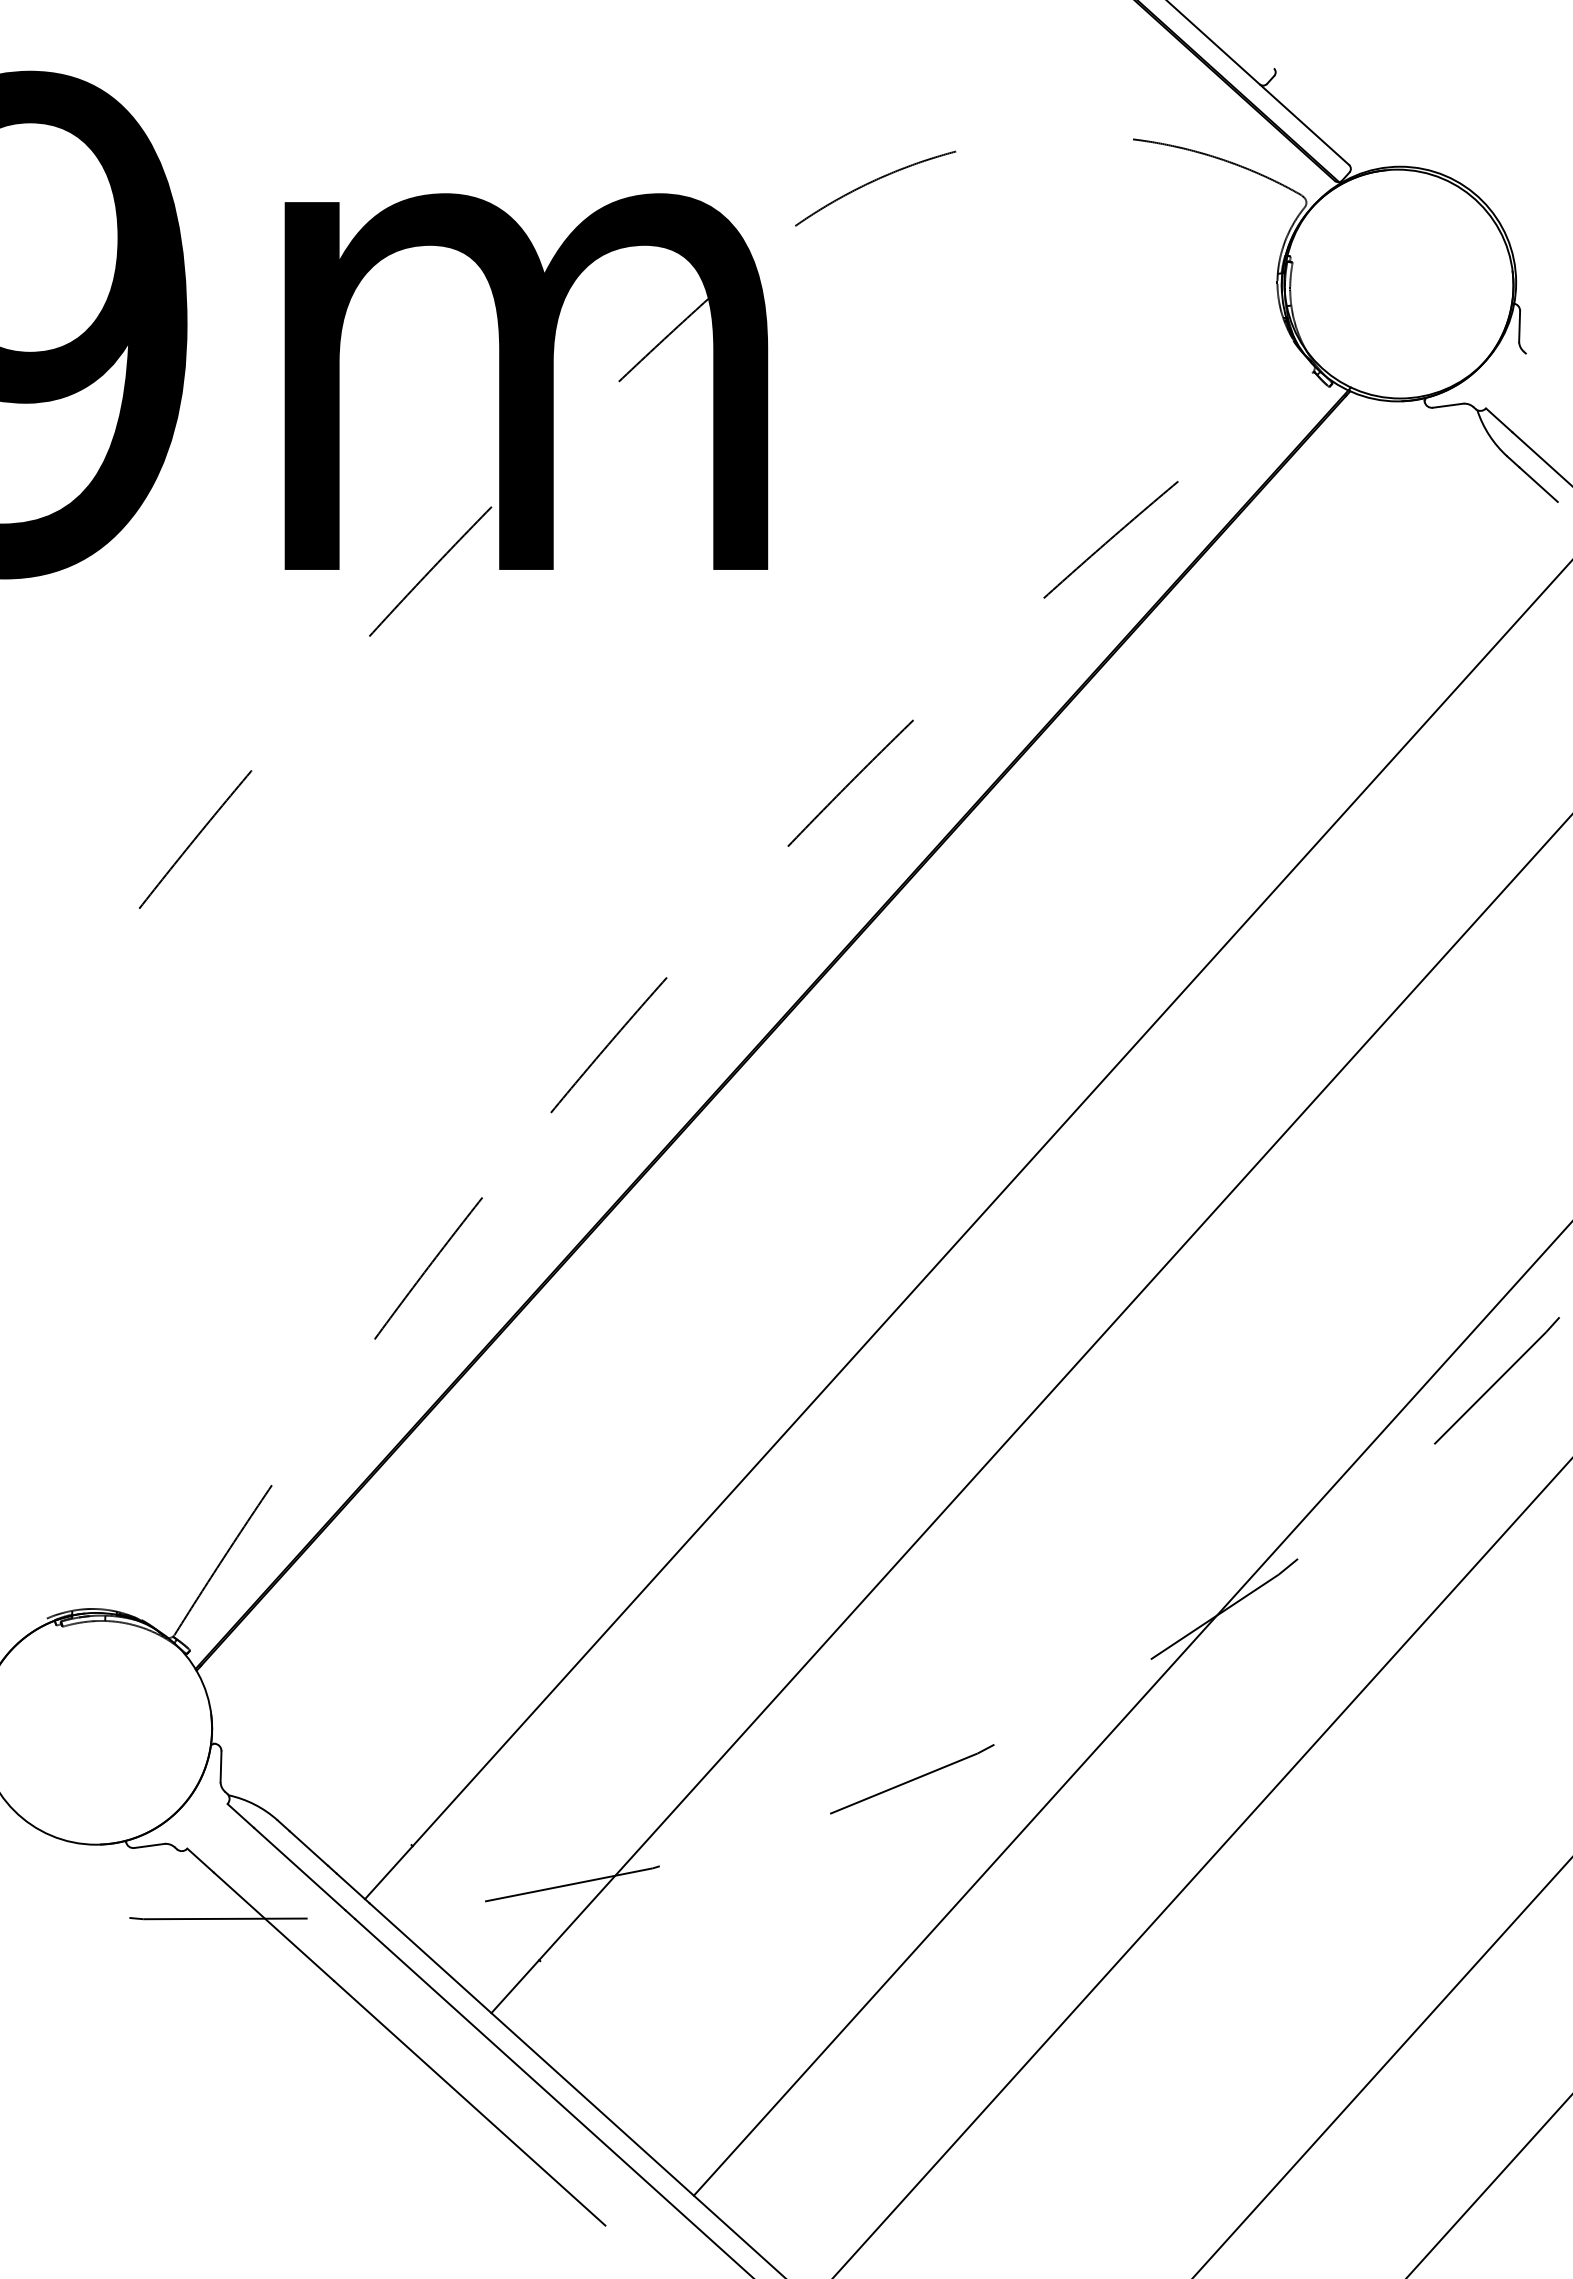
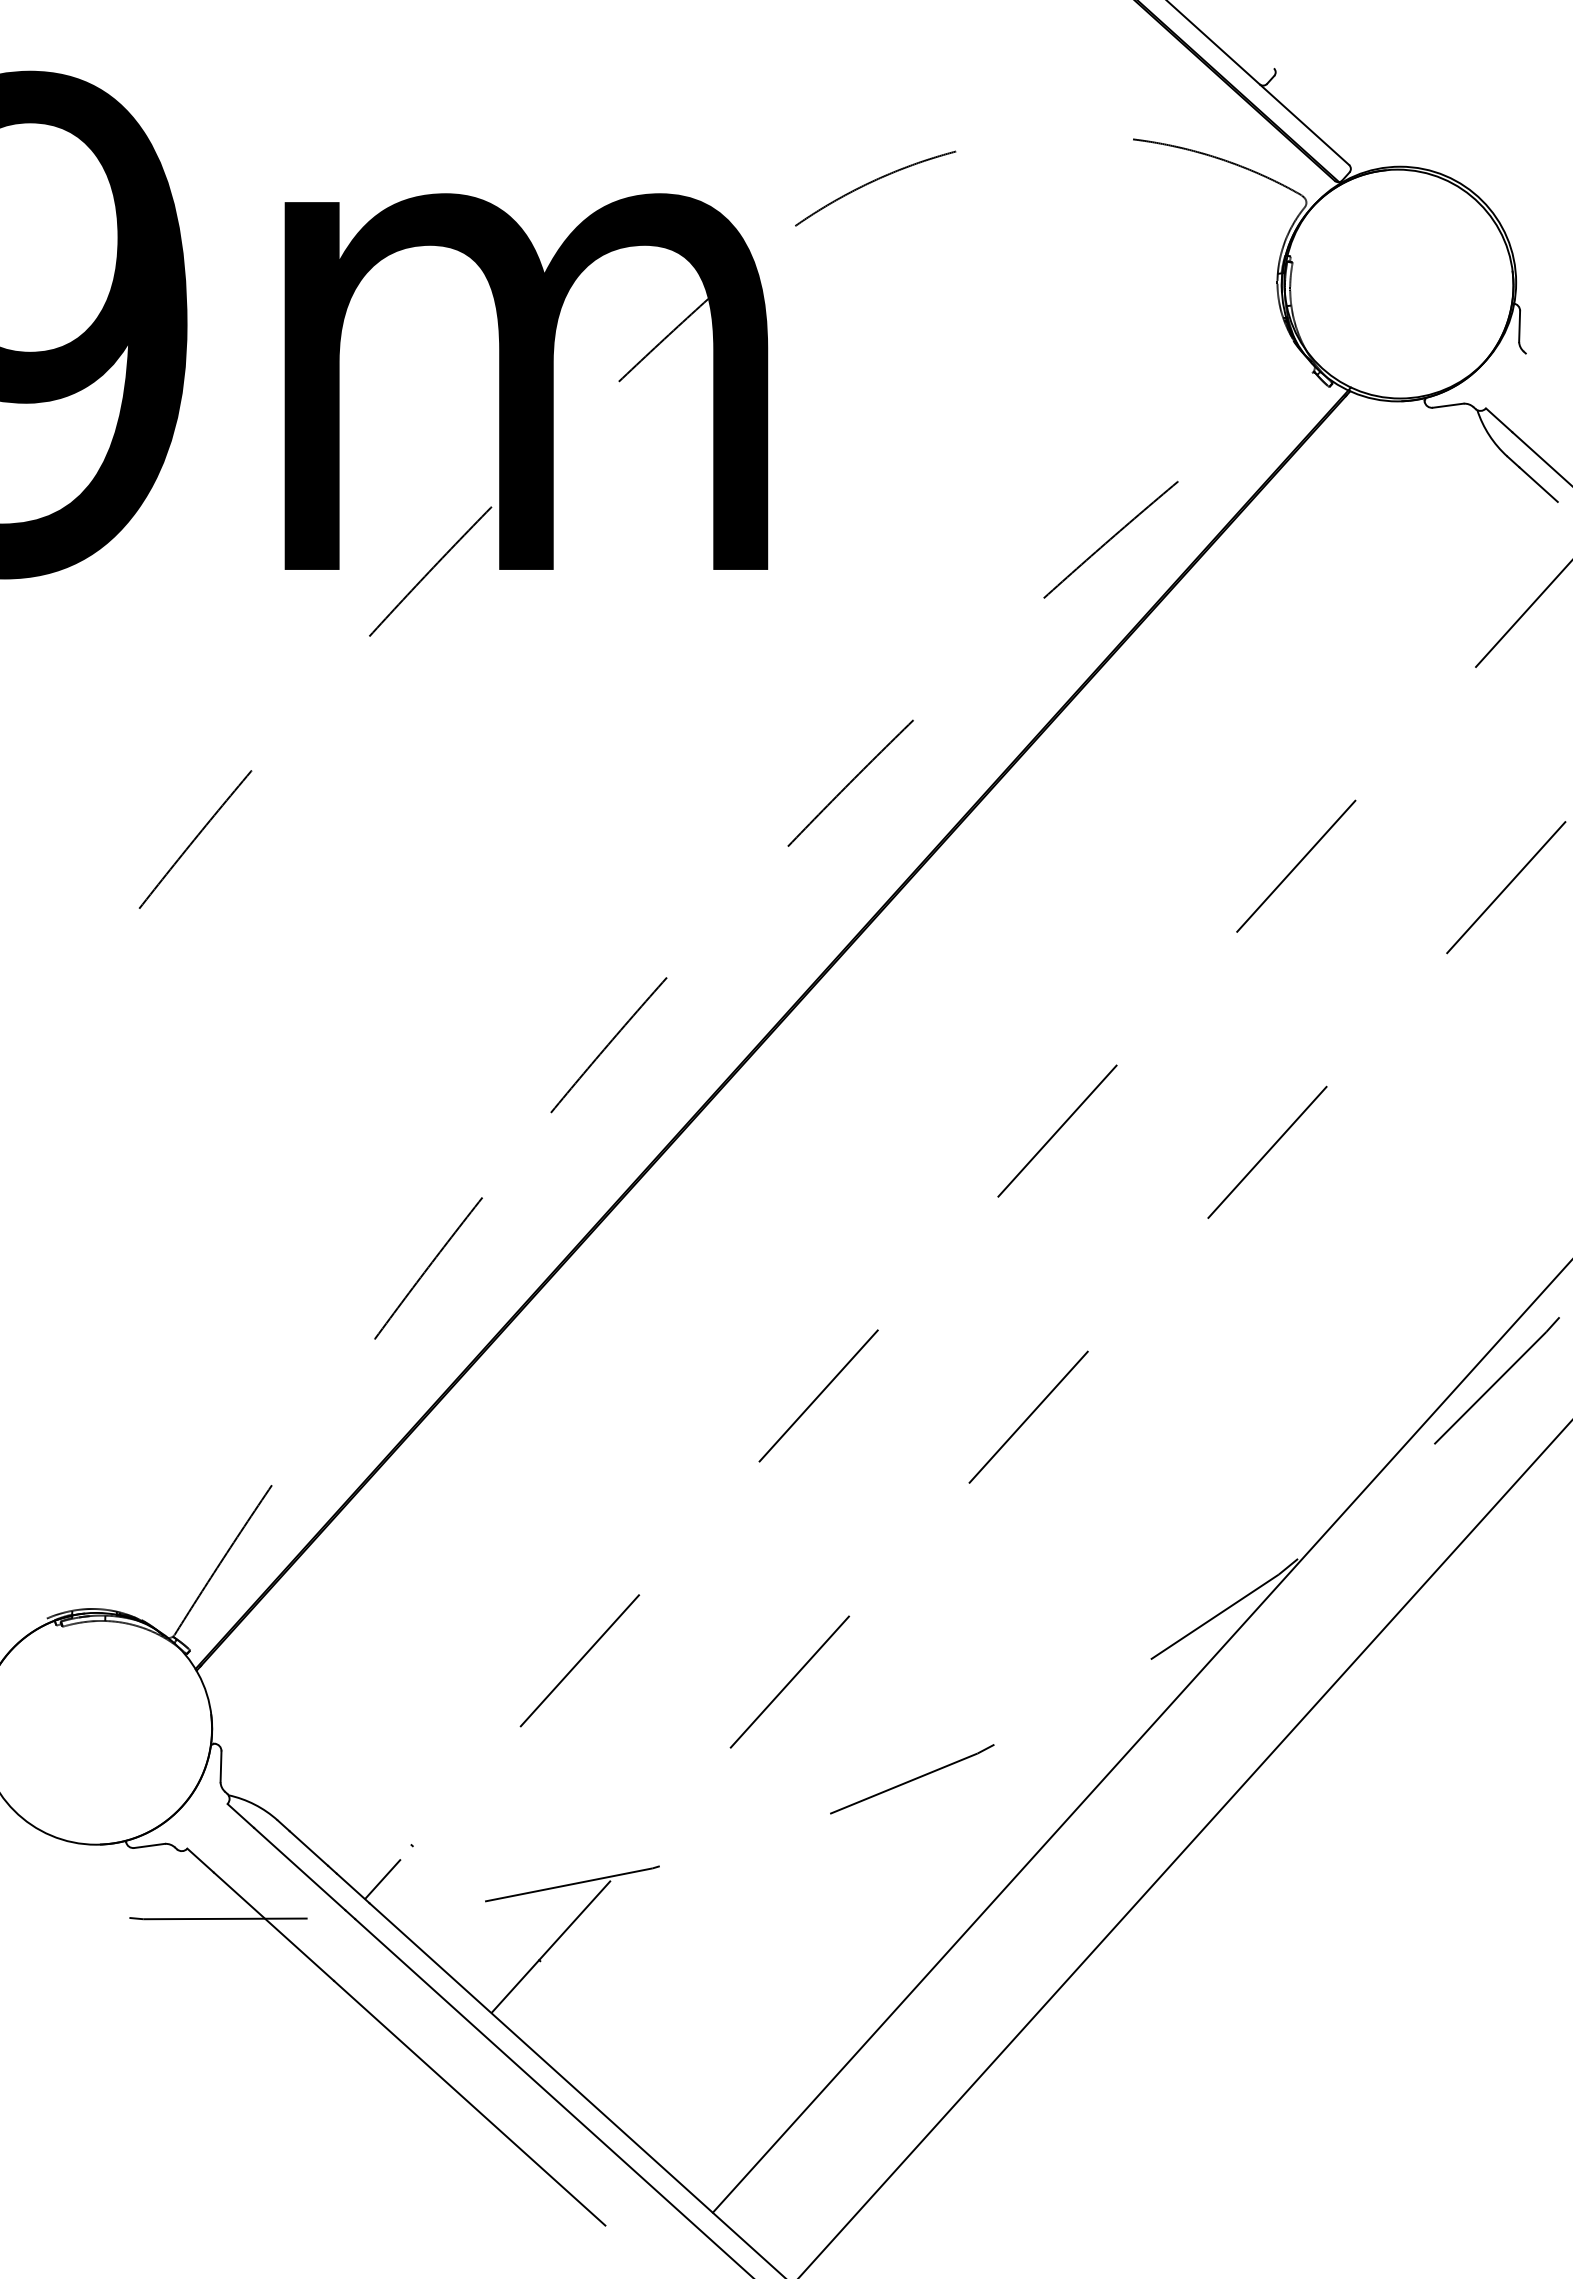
line at (968, 1229): solid -> dashed
line at (1032, 1413): solid -> dashed
line at (1131, 1709) position: (1131, 1709) -> (1140, 1737)
line at (1202, 1868) position: (1202, 1868) -> (1184, 1848)
line at (1382, 2067): present -> none
line at (1489, 2186): present -> none
